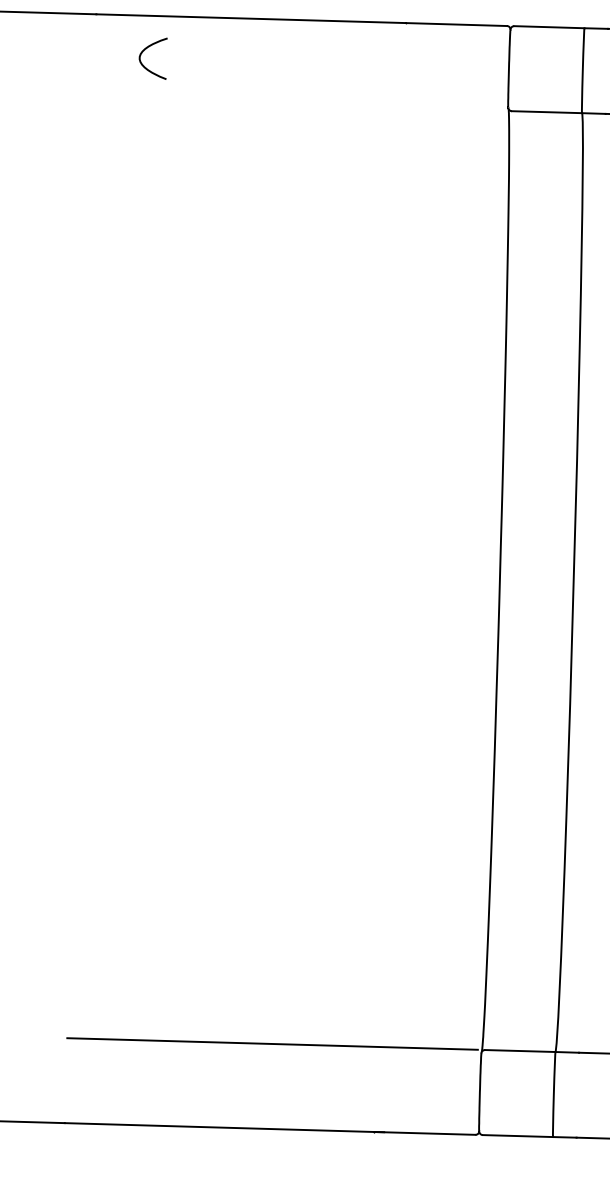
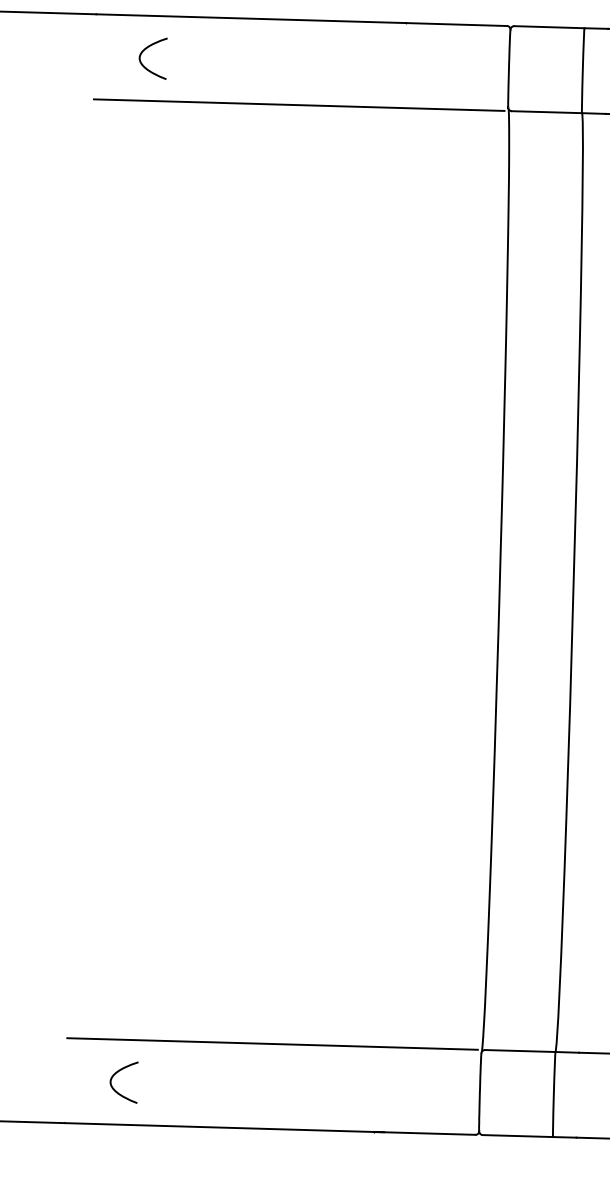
line at (298, 104): none -> present
curve at (115, 1089): none -> present
